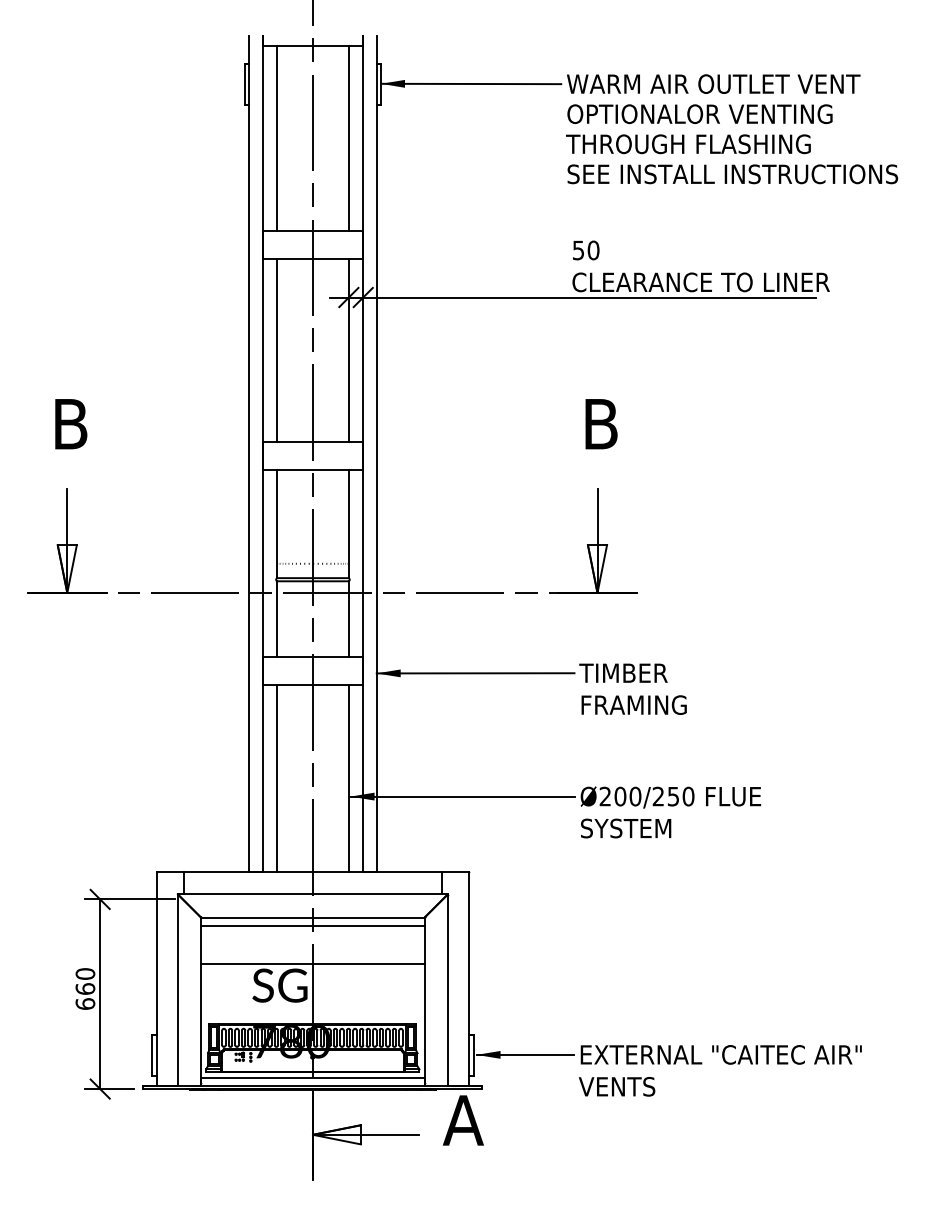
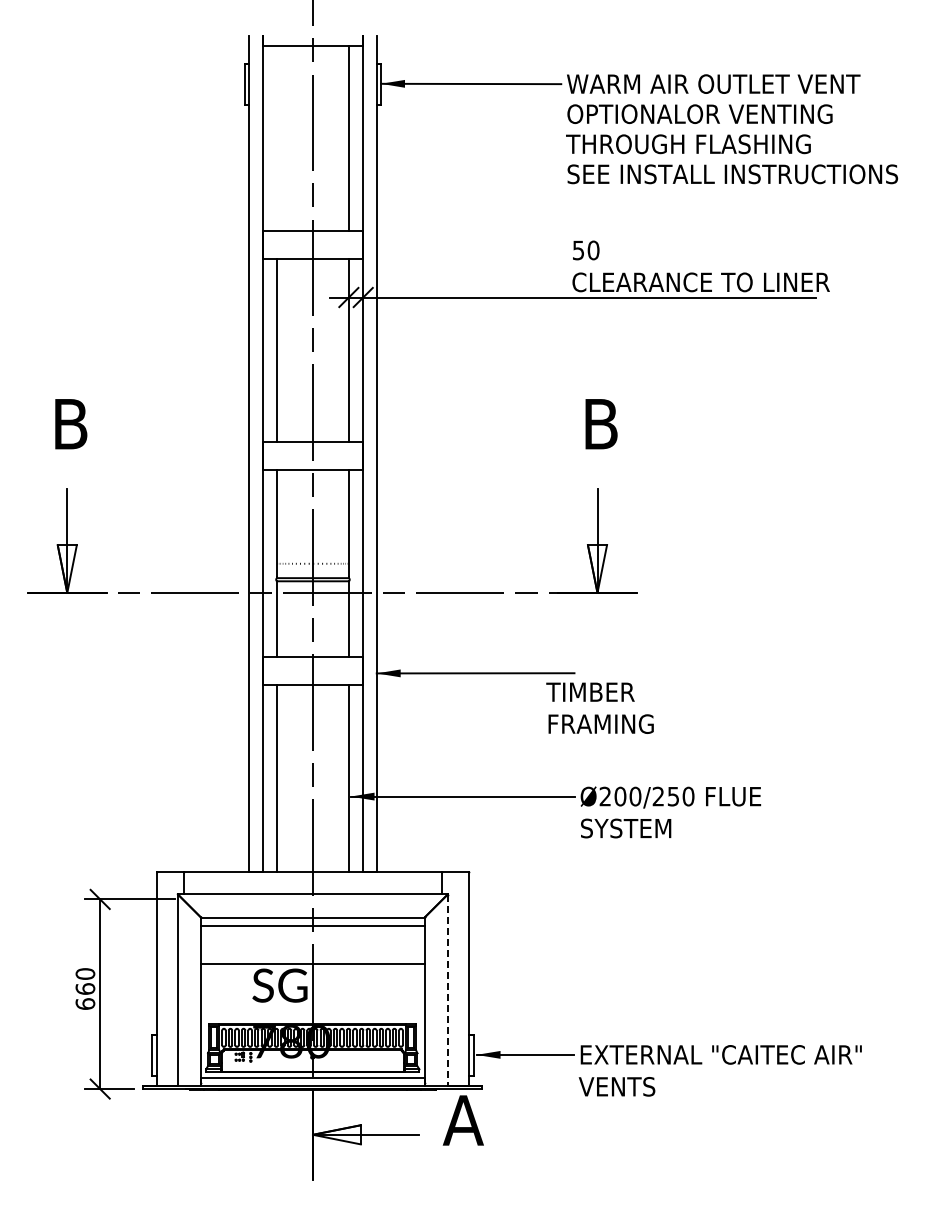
line at (277, 137): present -> none
text at (632, 688) position: (632, 688) -> (599, 707)
line at (448, 990): solid -> dashed
